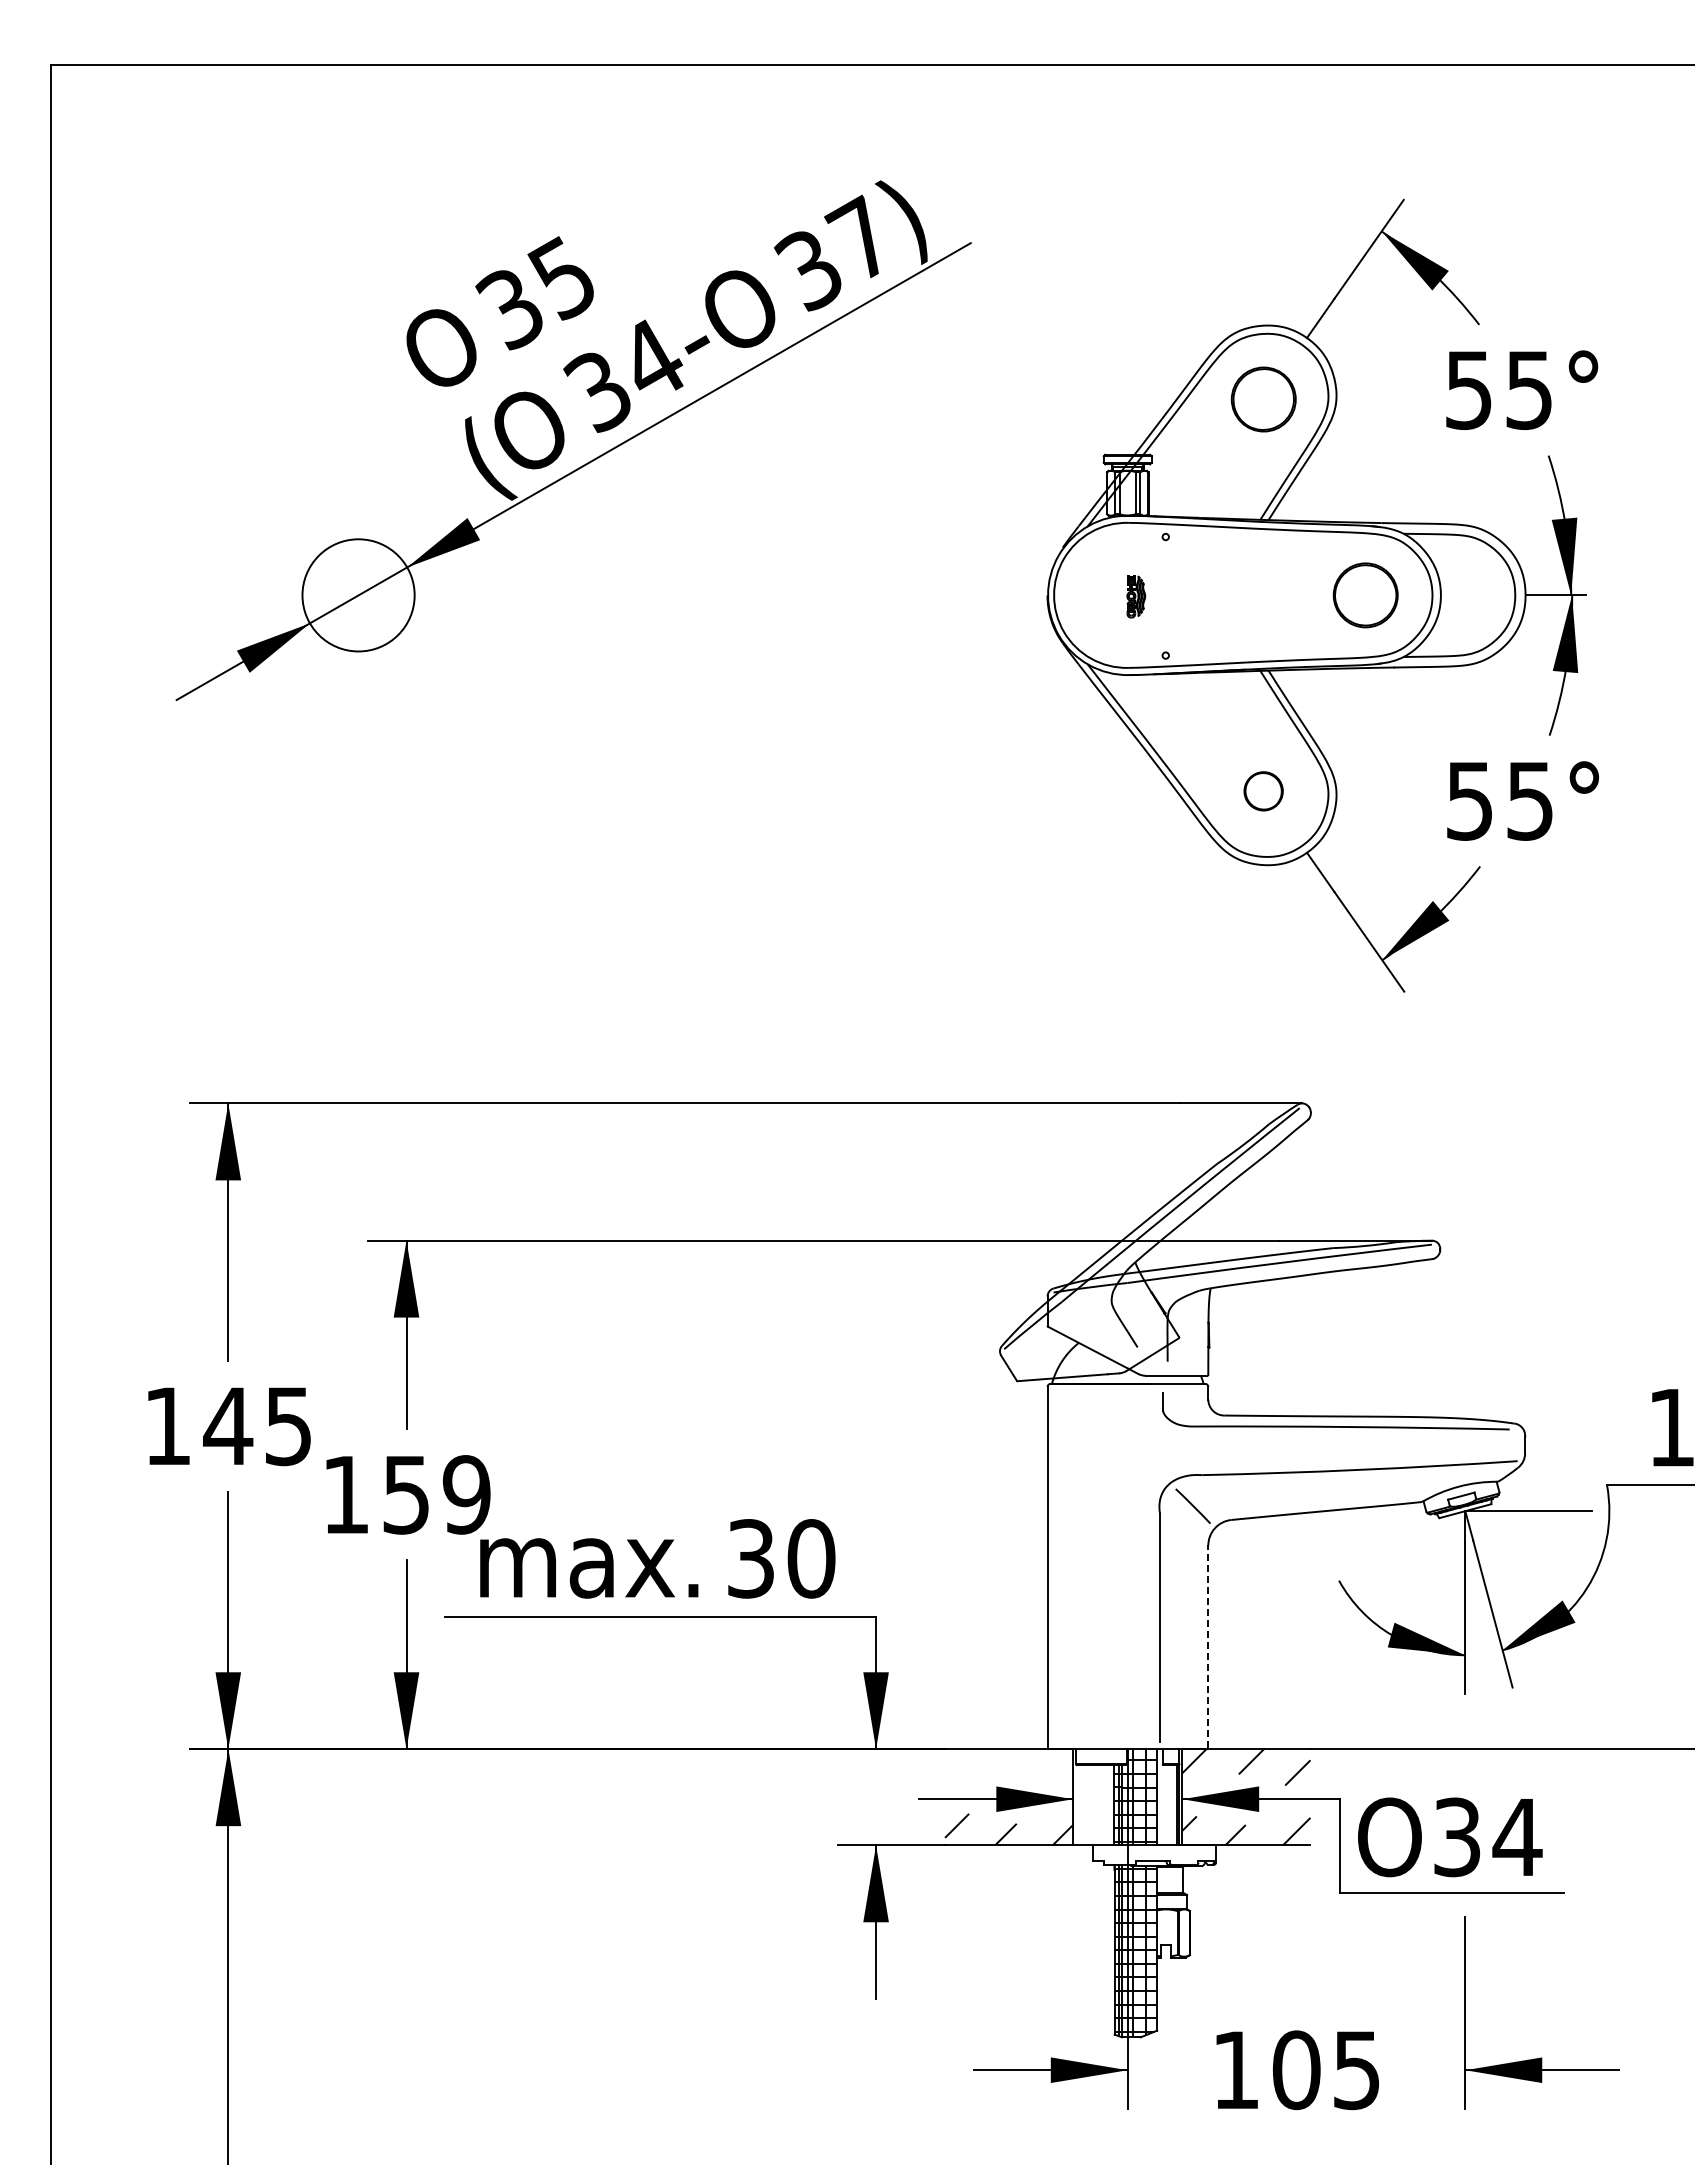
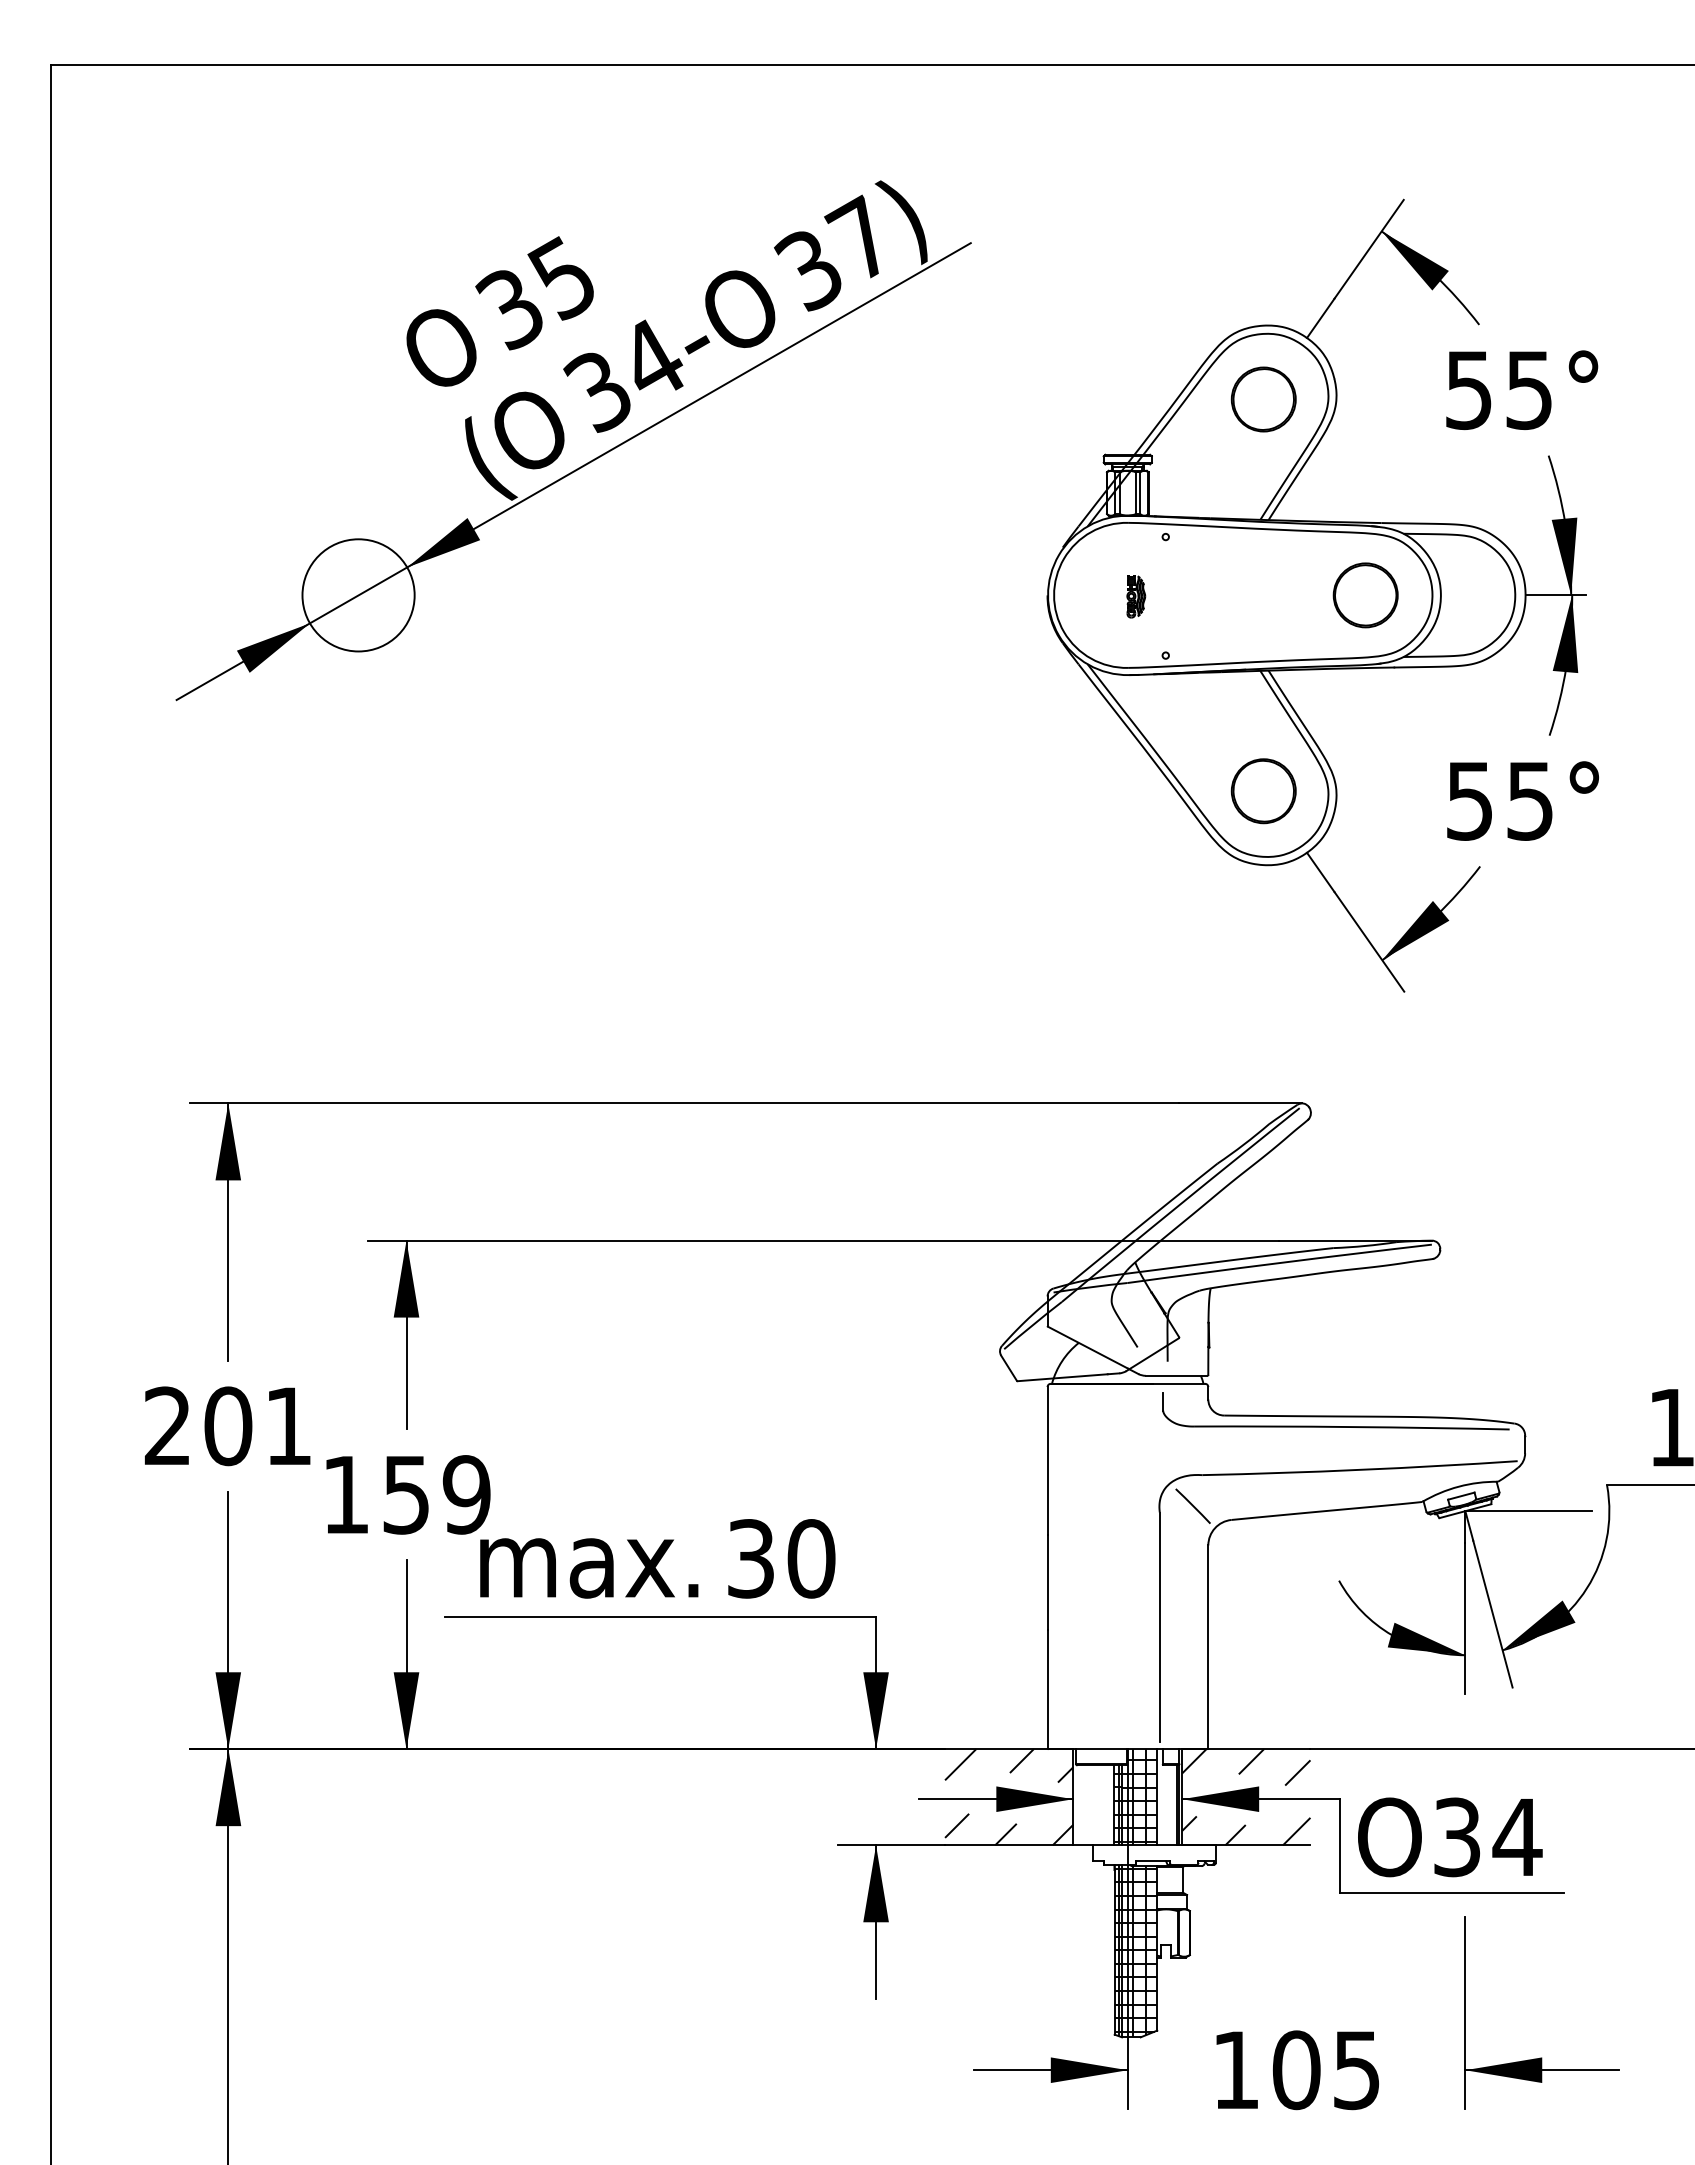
part at (1263, 791) size: 41x41 px -> 67x67 px
text at (227, 1426): 145 -> 201
line at (1208, 1646): dashed -> solid
hatch at (1009, 1765): none -> present
